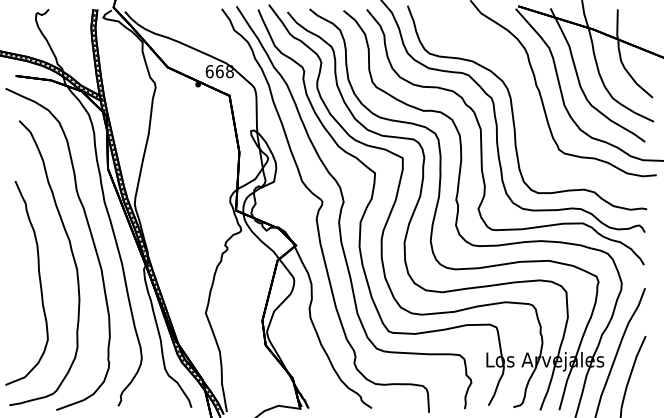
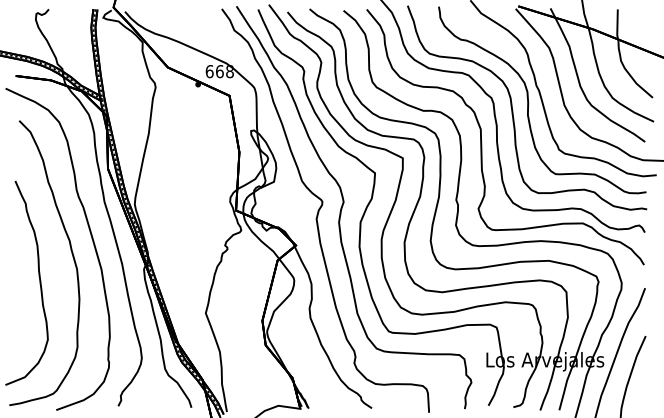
curve at (529, 102): none -> present
